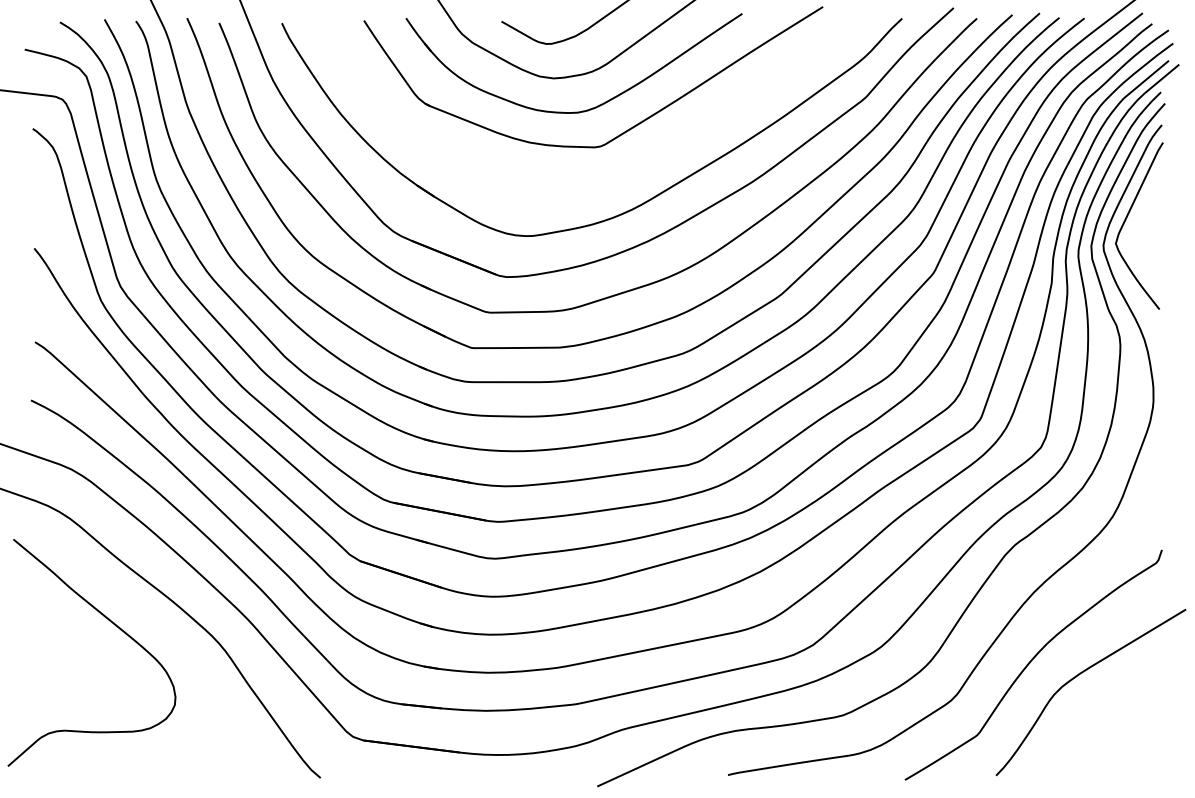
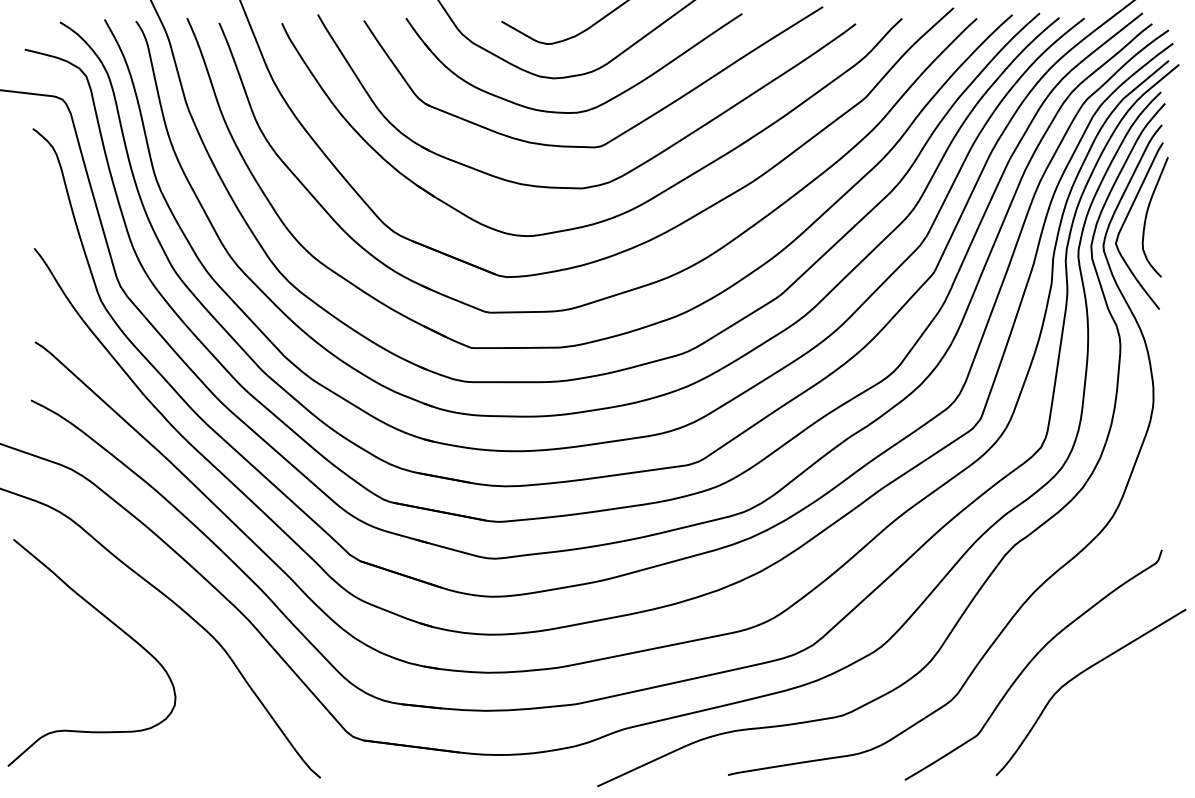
part at (629, 170): none -> present
curve at (1147, 215): none -> present
